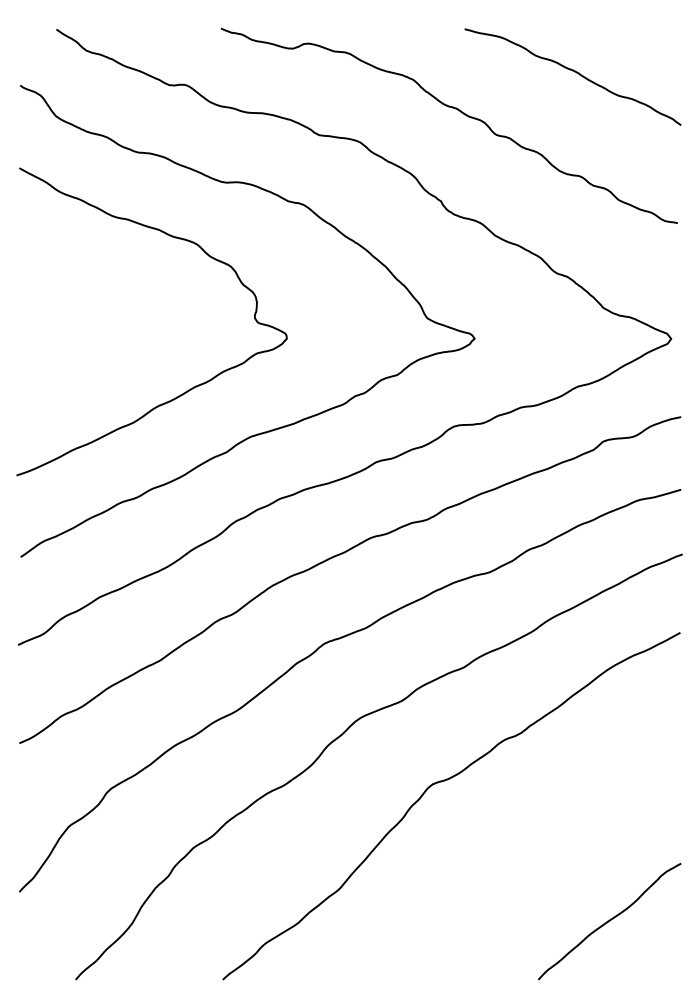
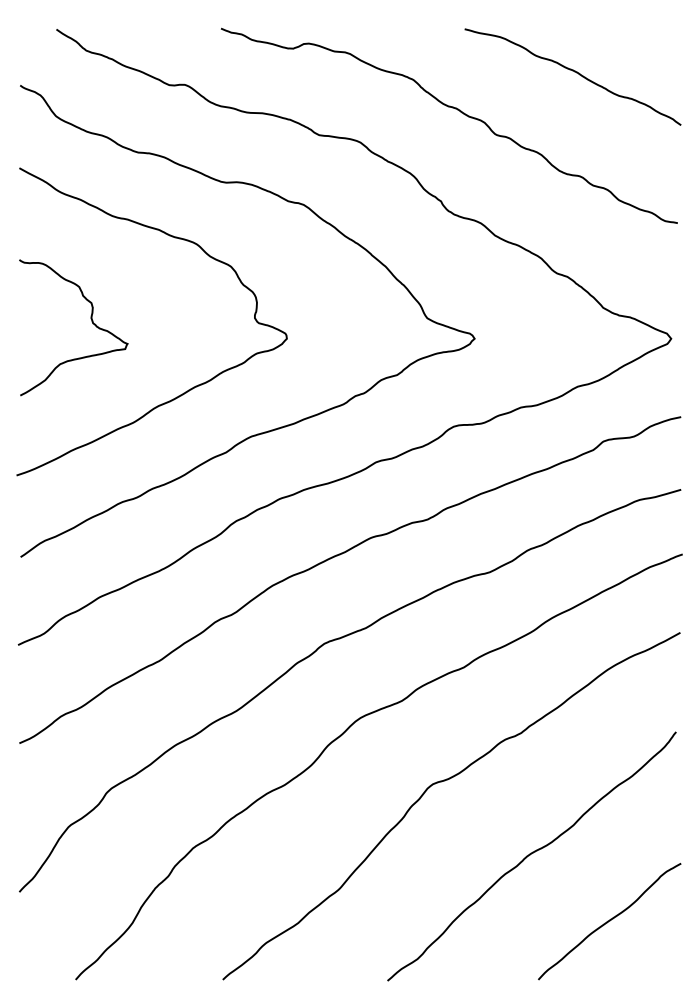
curve at (91, 321): none -> present
curve at (530, 855): none -> present
